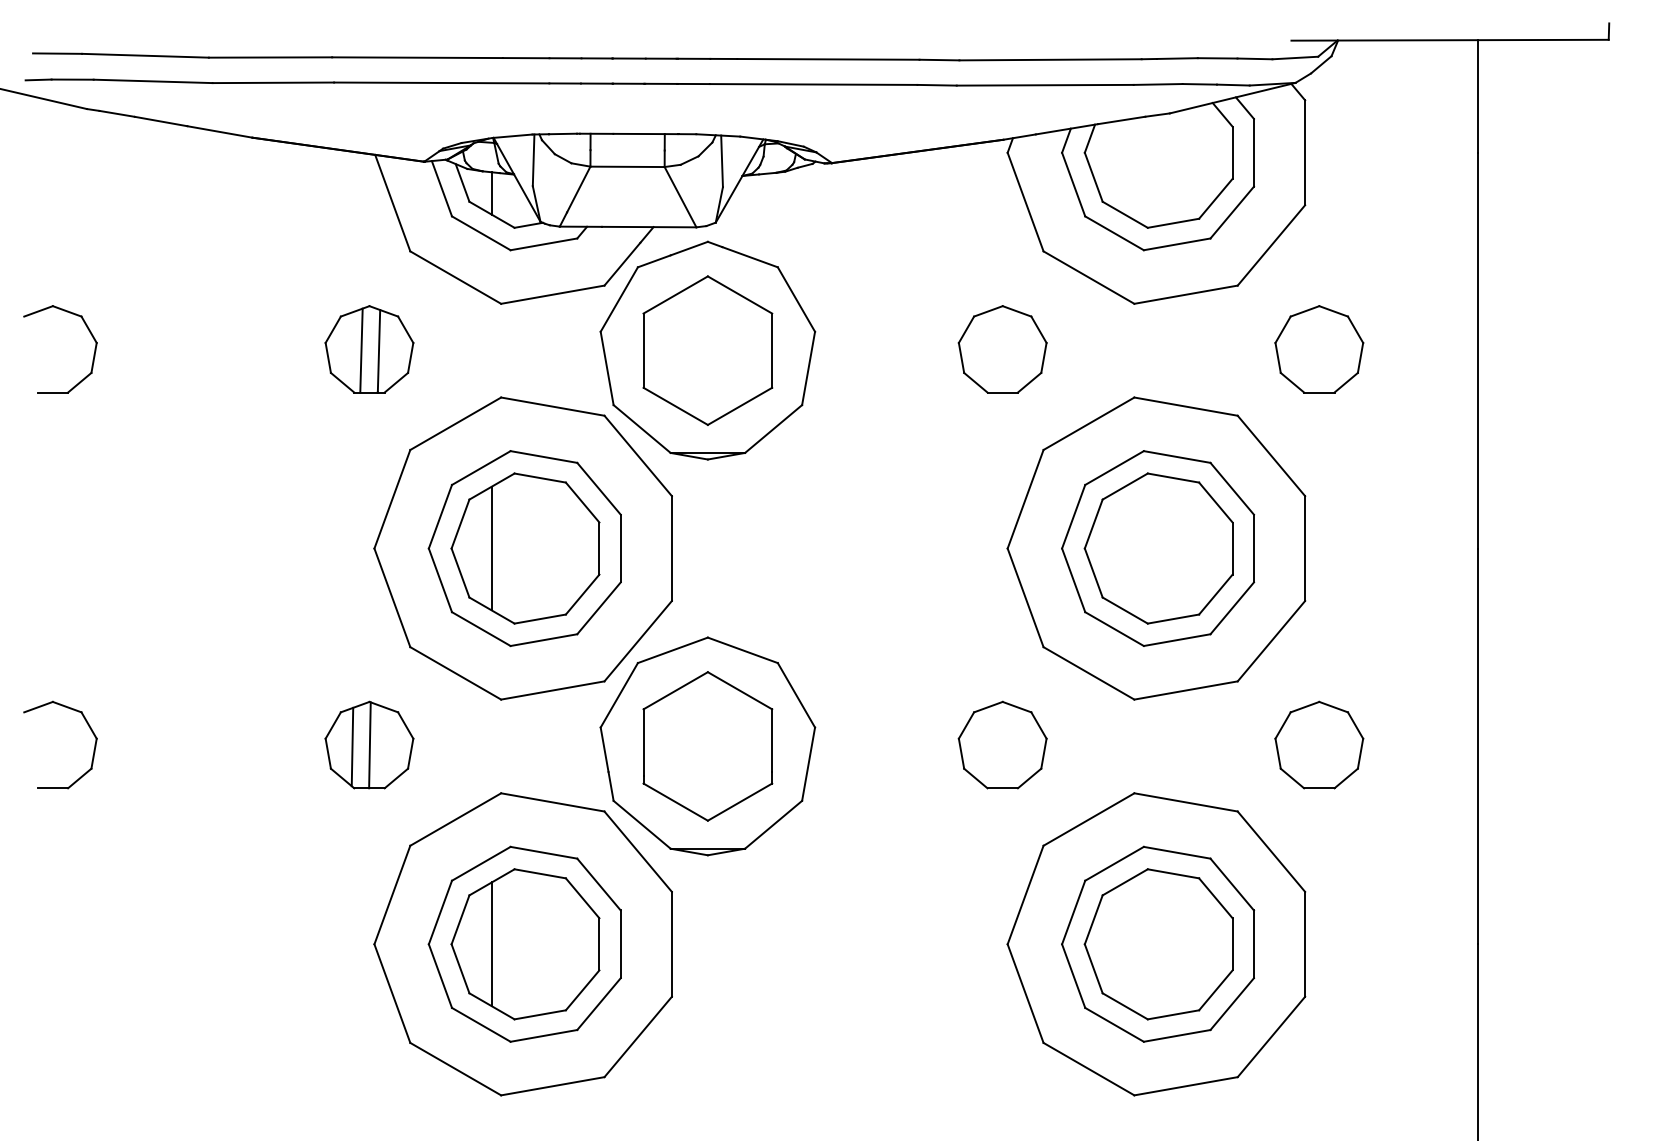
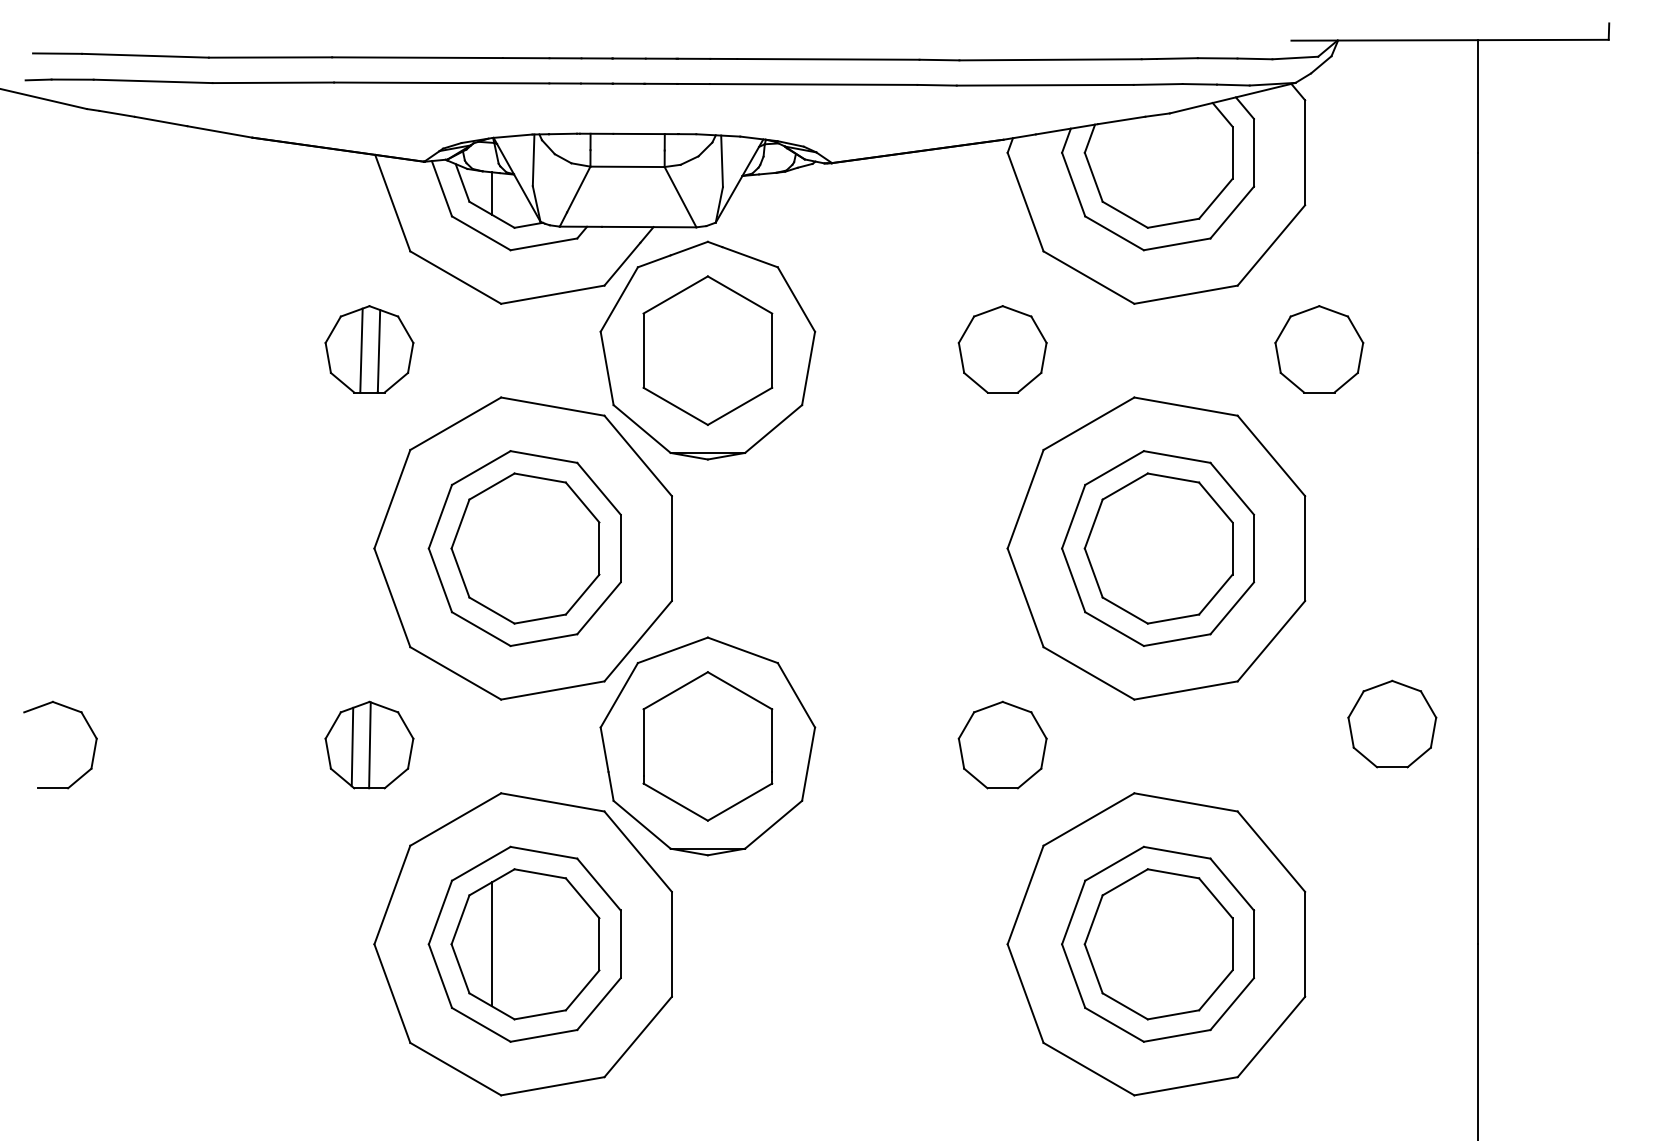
part at (93, 354): present -> none
line at (491, 548): present -> none
part at (1319, 744) position: (1319, 744) -> (1392, 723)
